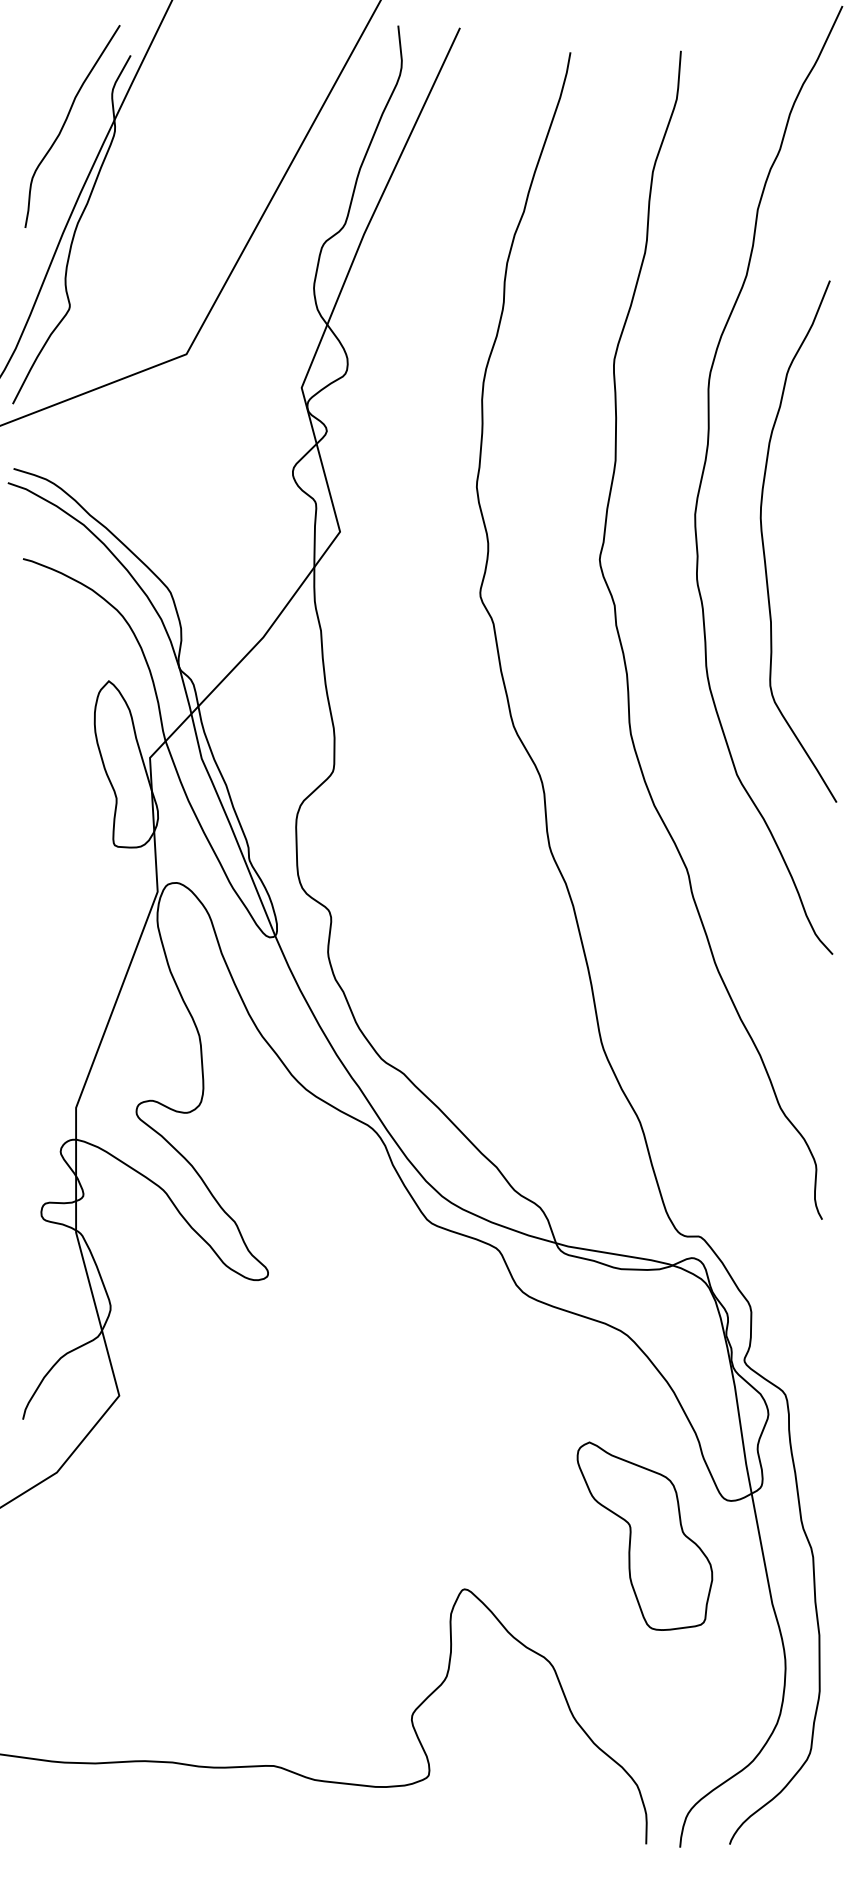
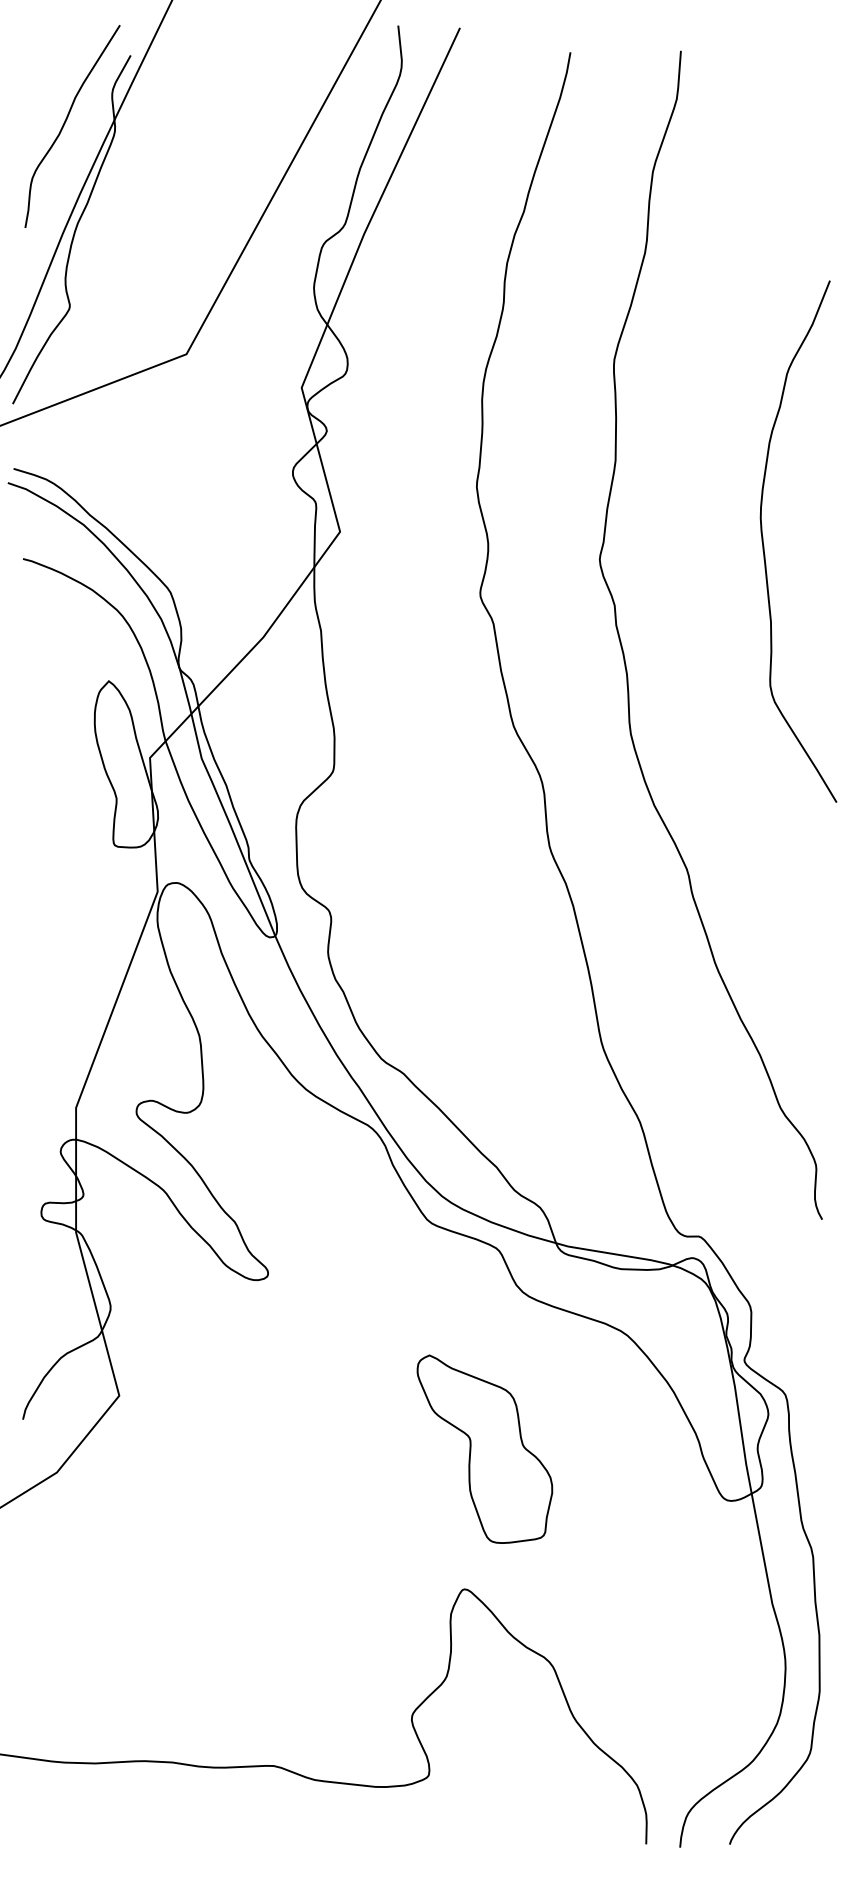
curve at (706, 462): present -> none
part at (644, 1535) position: (644, 1535) -> (484, 1448)
